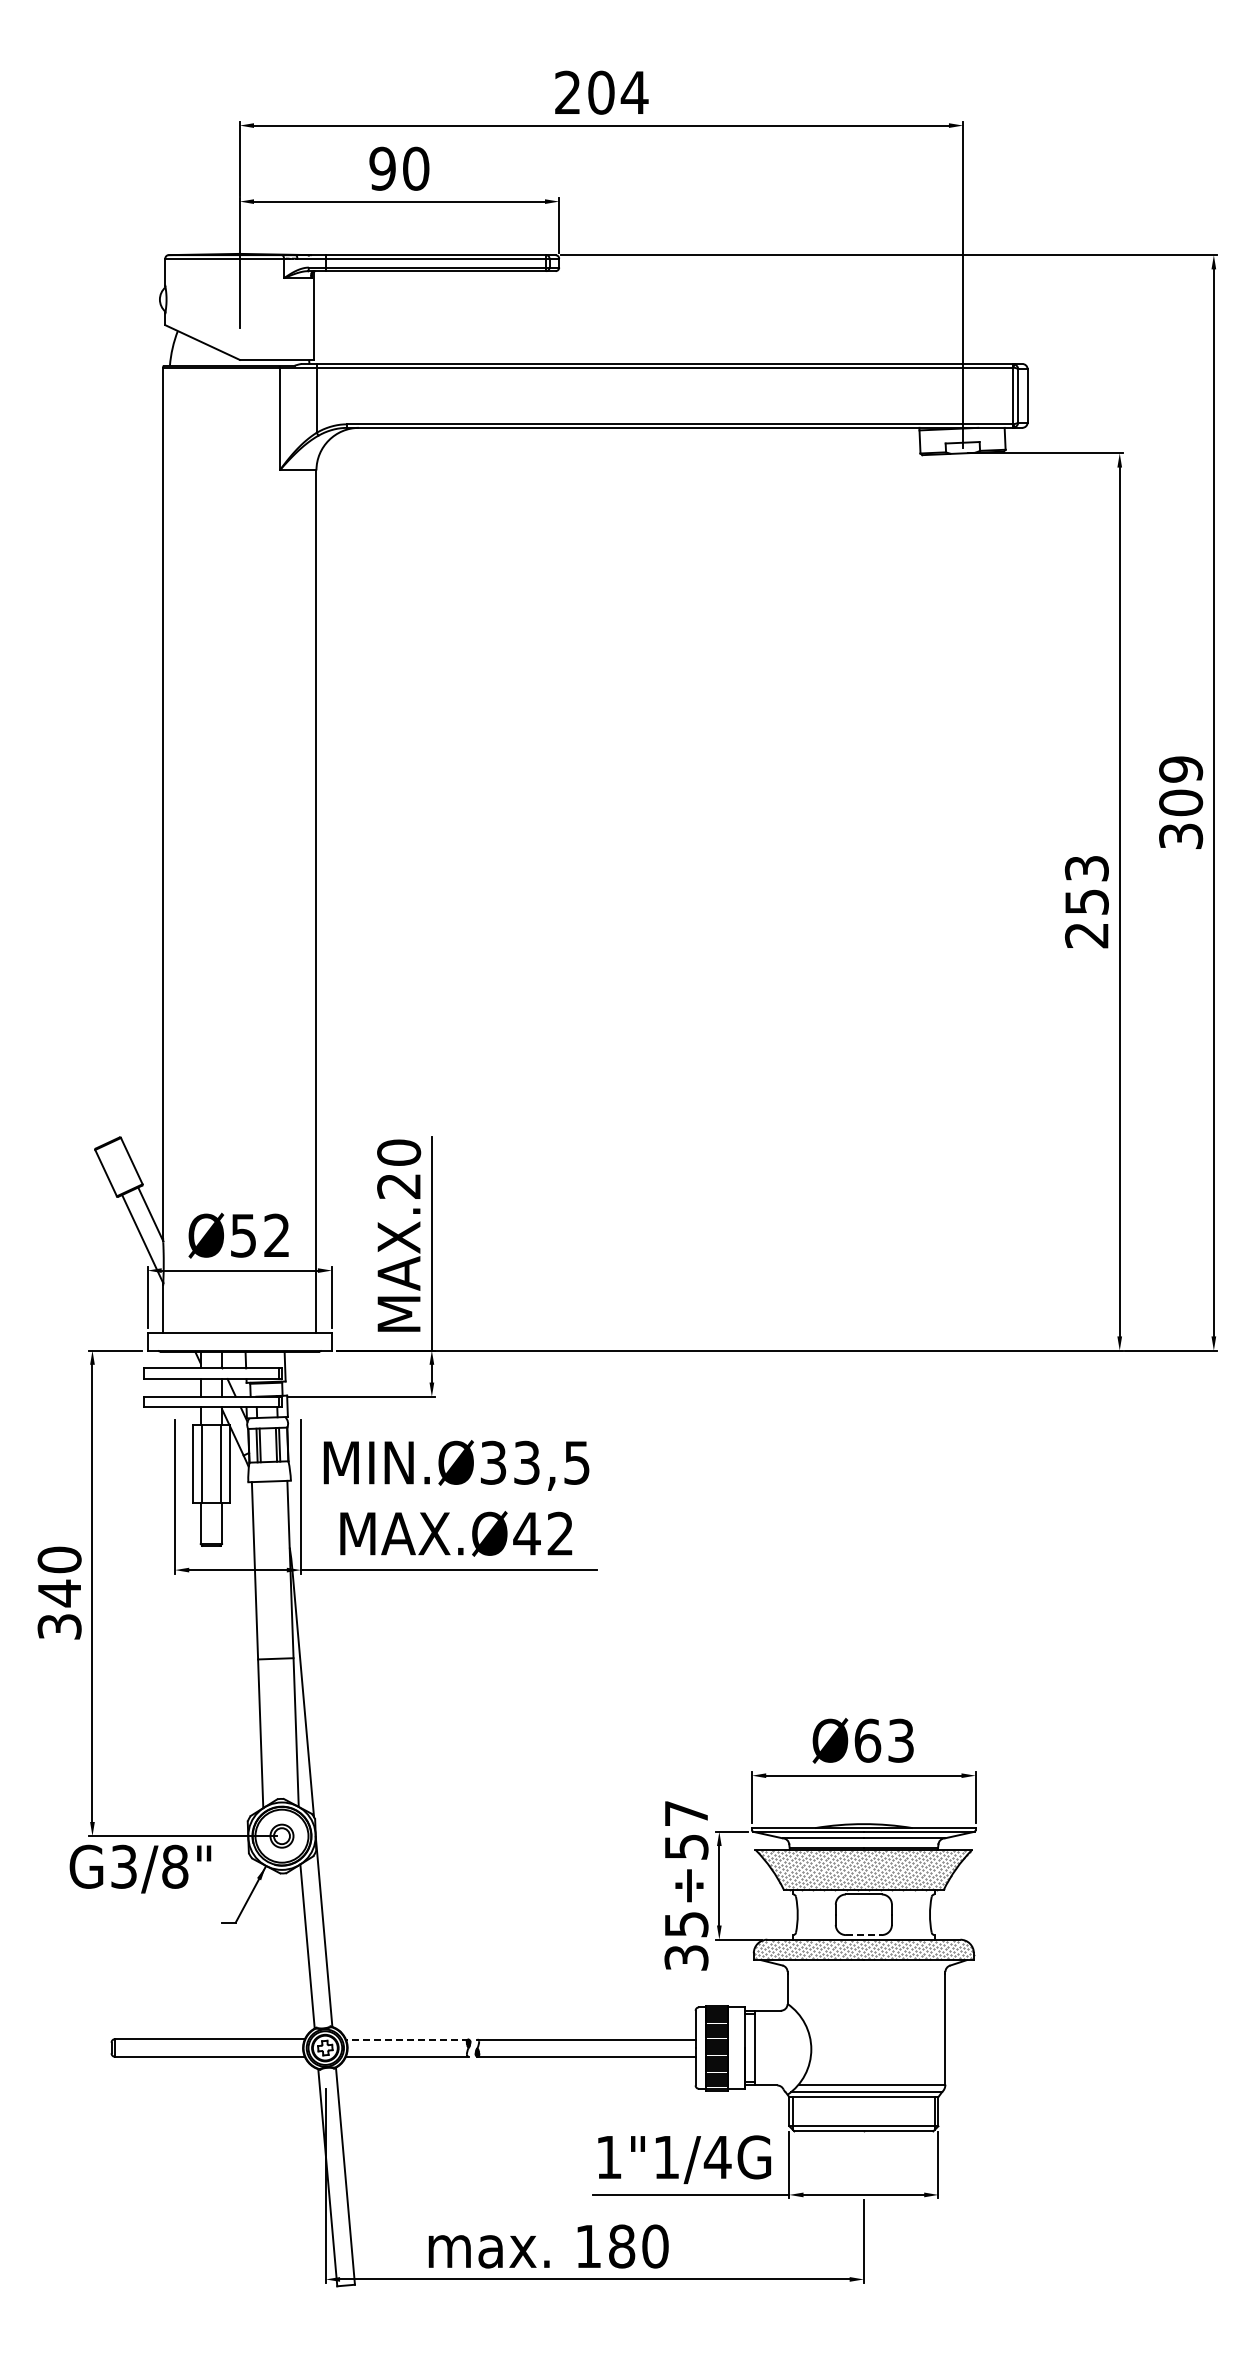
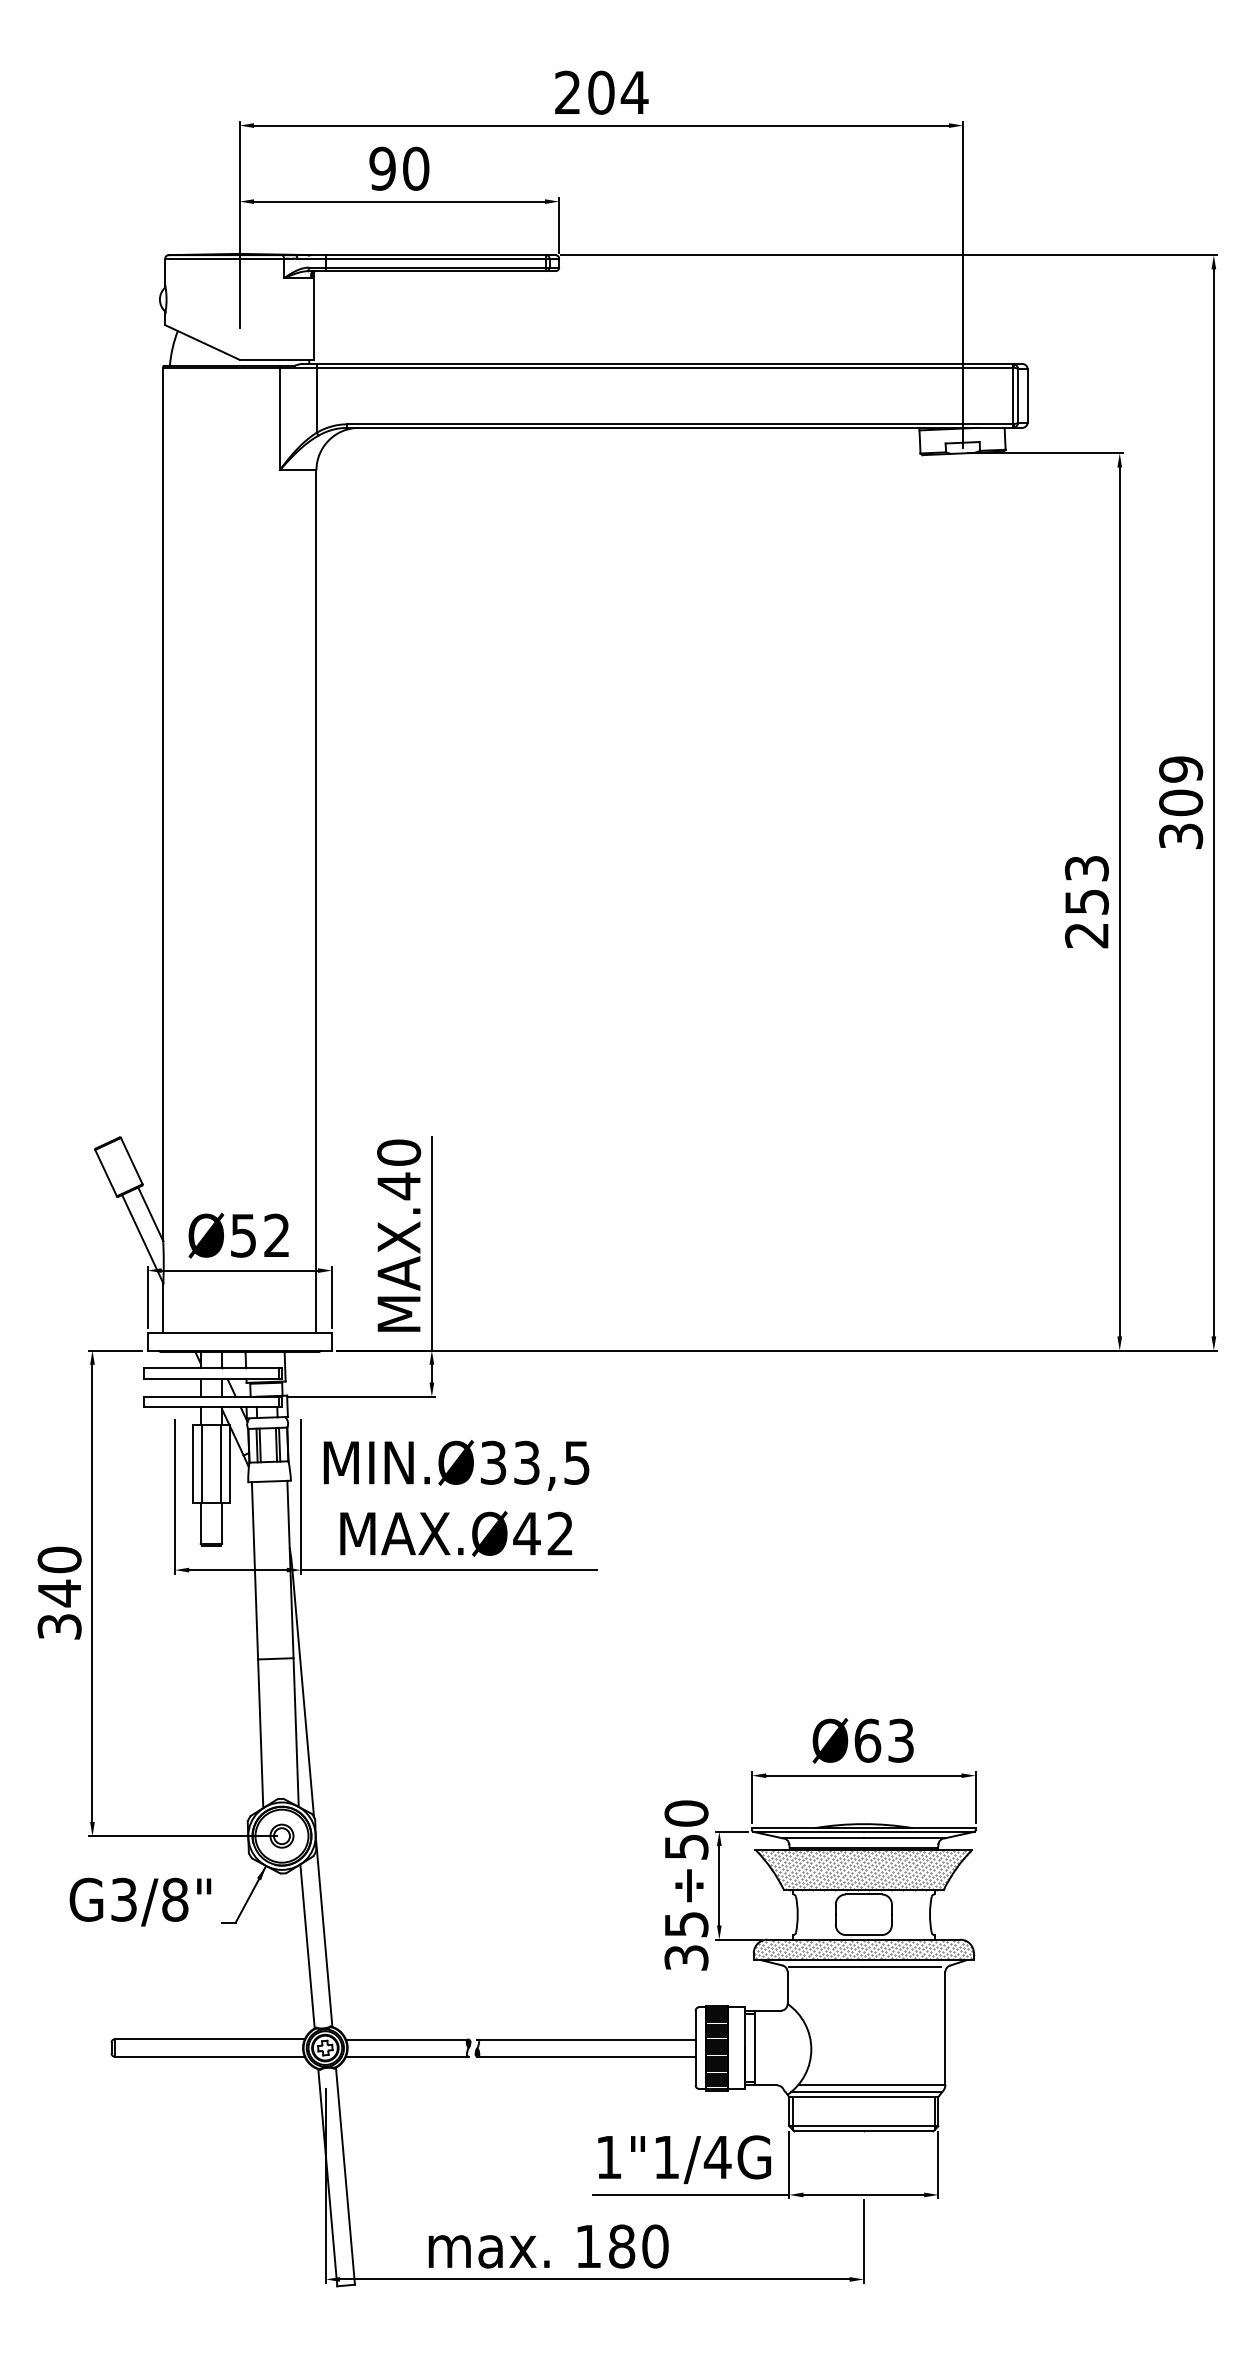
text at (398, 1186): MAX.20 -> MAX.40
text at (686, 1813): 35÷57 -> 35÷50
text at (140, 1868) position: (140, 1868) -> (140, 1901)
line at (863, 1935): dashed -> solid
line at (864, 1966): none -> present
line at (407, 2039): dashed -> solid
